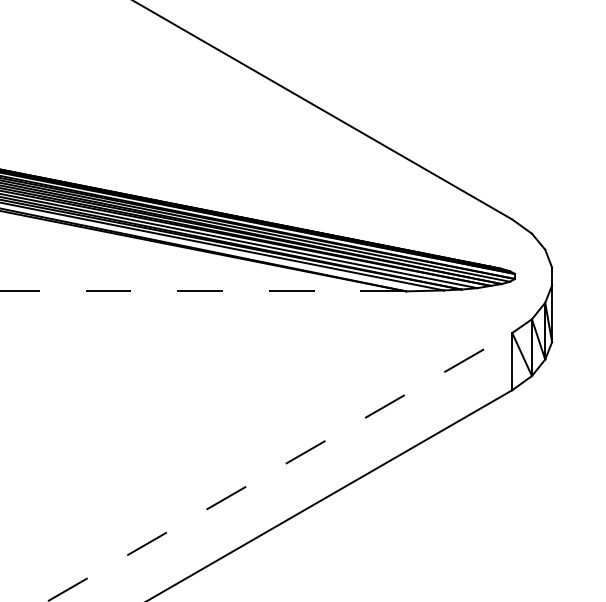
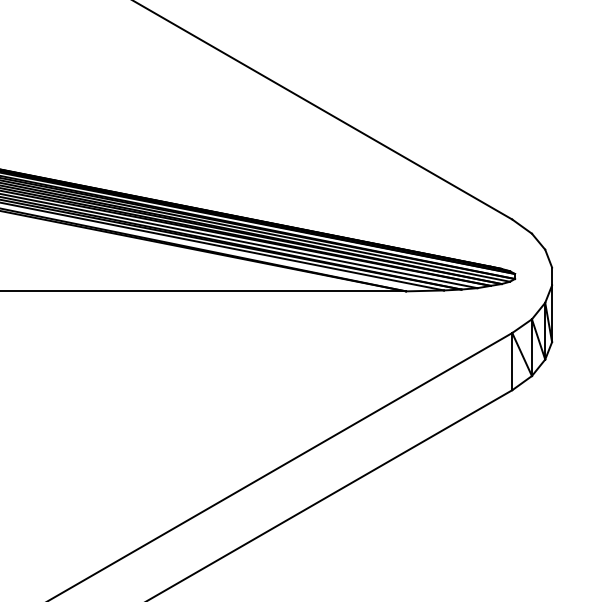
line at (203, 291): dashed -> solid
line at (280, 467): dashed -> solid
